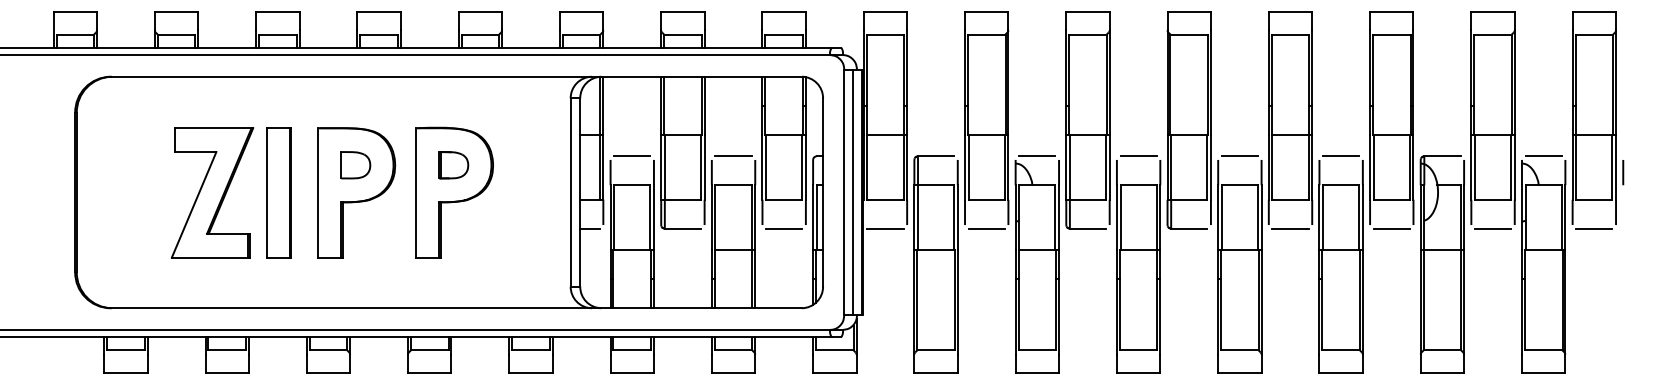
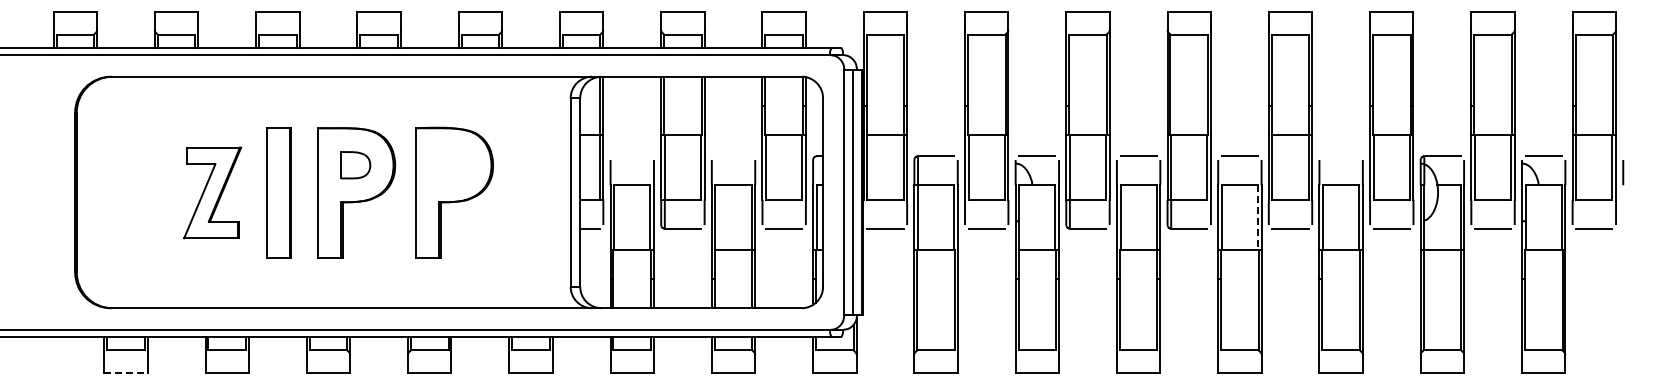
line at (632, 156): present -> none
line at (733, 156): present -> none
line at (1341, 156): present -> none
part at (453, 165): present -> none
part at (212, 192) size: 84x132 px -> 60x94 px
line at (1257, 217): solid -> dashed
line at (125, 373): solid -> dashed
